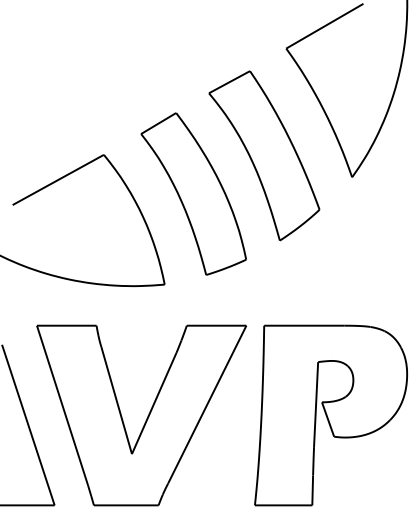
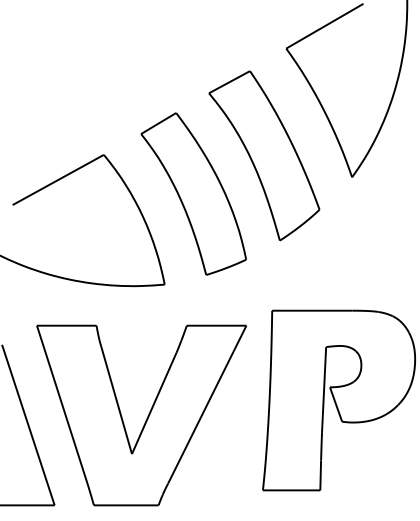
part at (330, 415) position: (330, 415) -> (338, 400)
